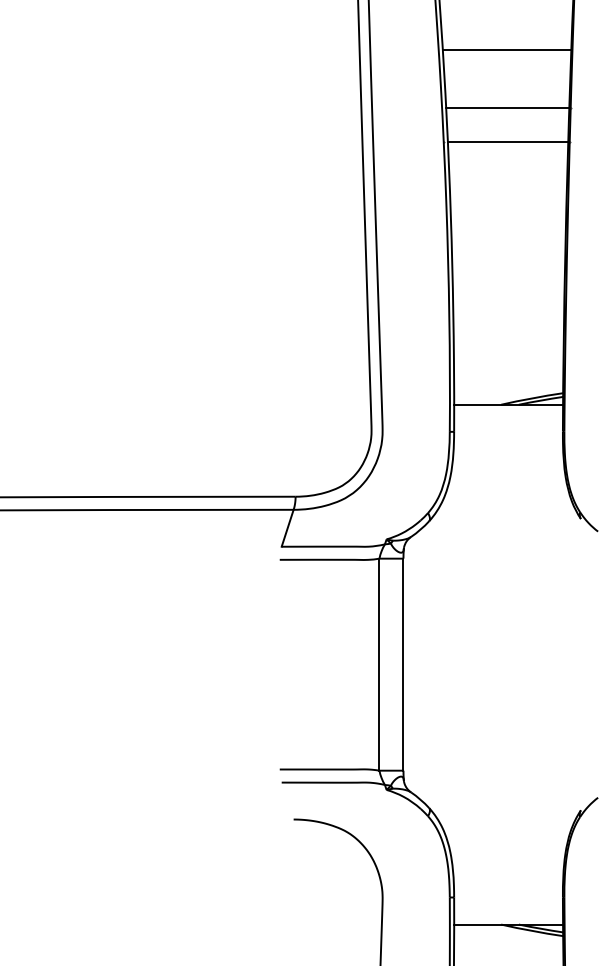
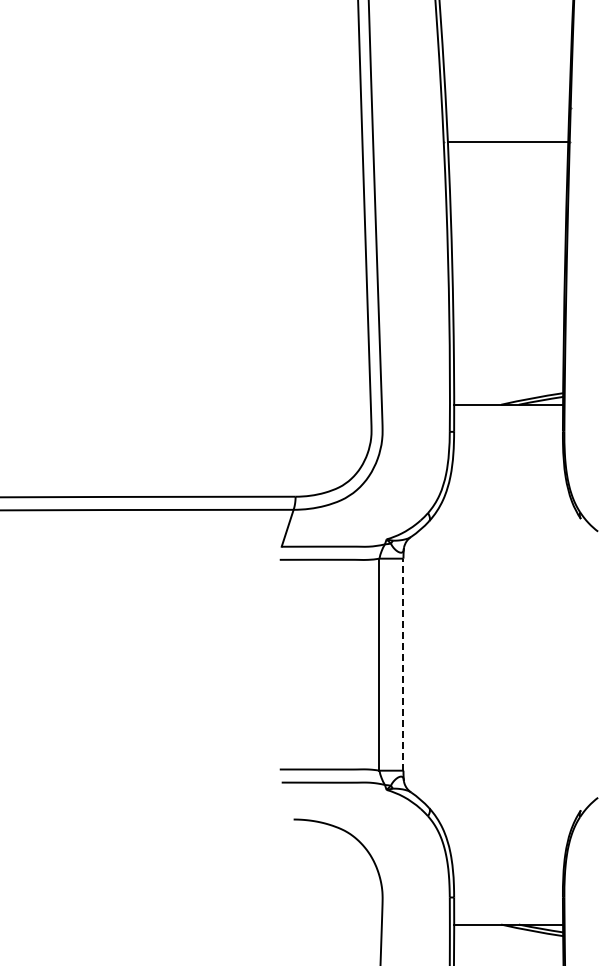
line at (506, 49): present -> none
line at (507, 107): present -> none
line at (403, 664): solid -> dashed
